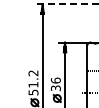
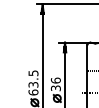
line at (67, 4): dashed -> solid
text at (33, 82): 51.2 -> 63.5
